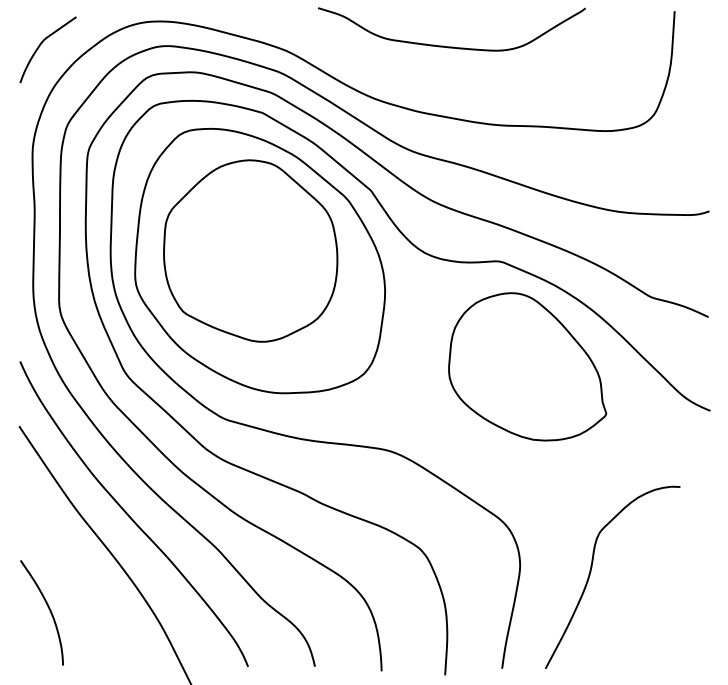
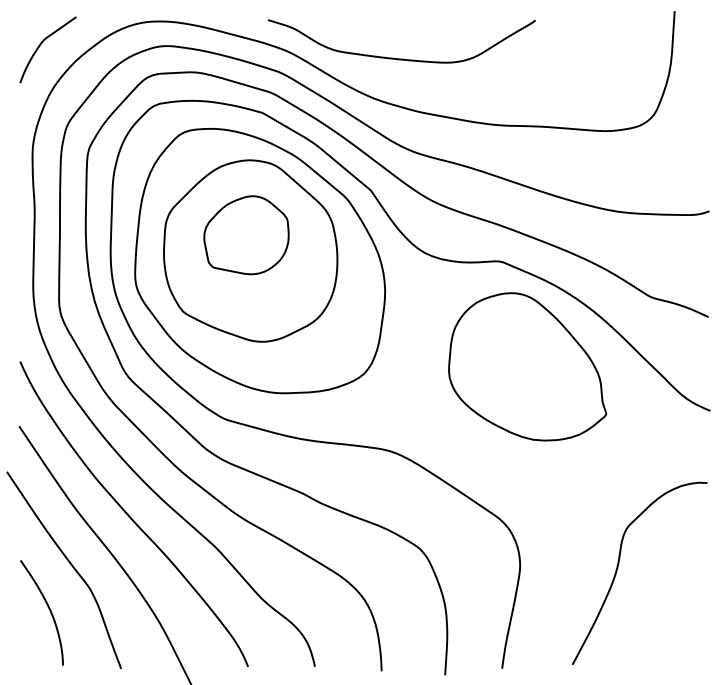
curve at (451, 46) position: (451, 46) -> (401, 58)
part at (246, 235): none -> present
curve at (70, 565): none -> present
curve at (591, 572) position: (591, 572) -> (618, 568)
